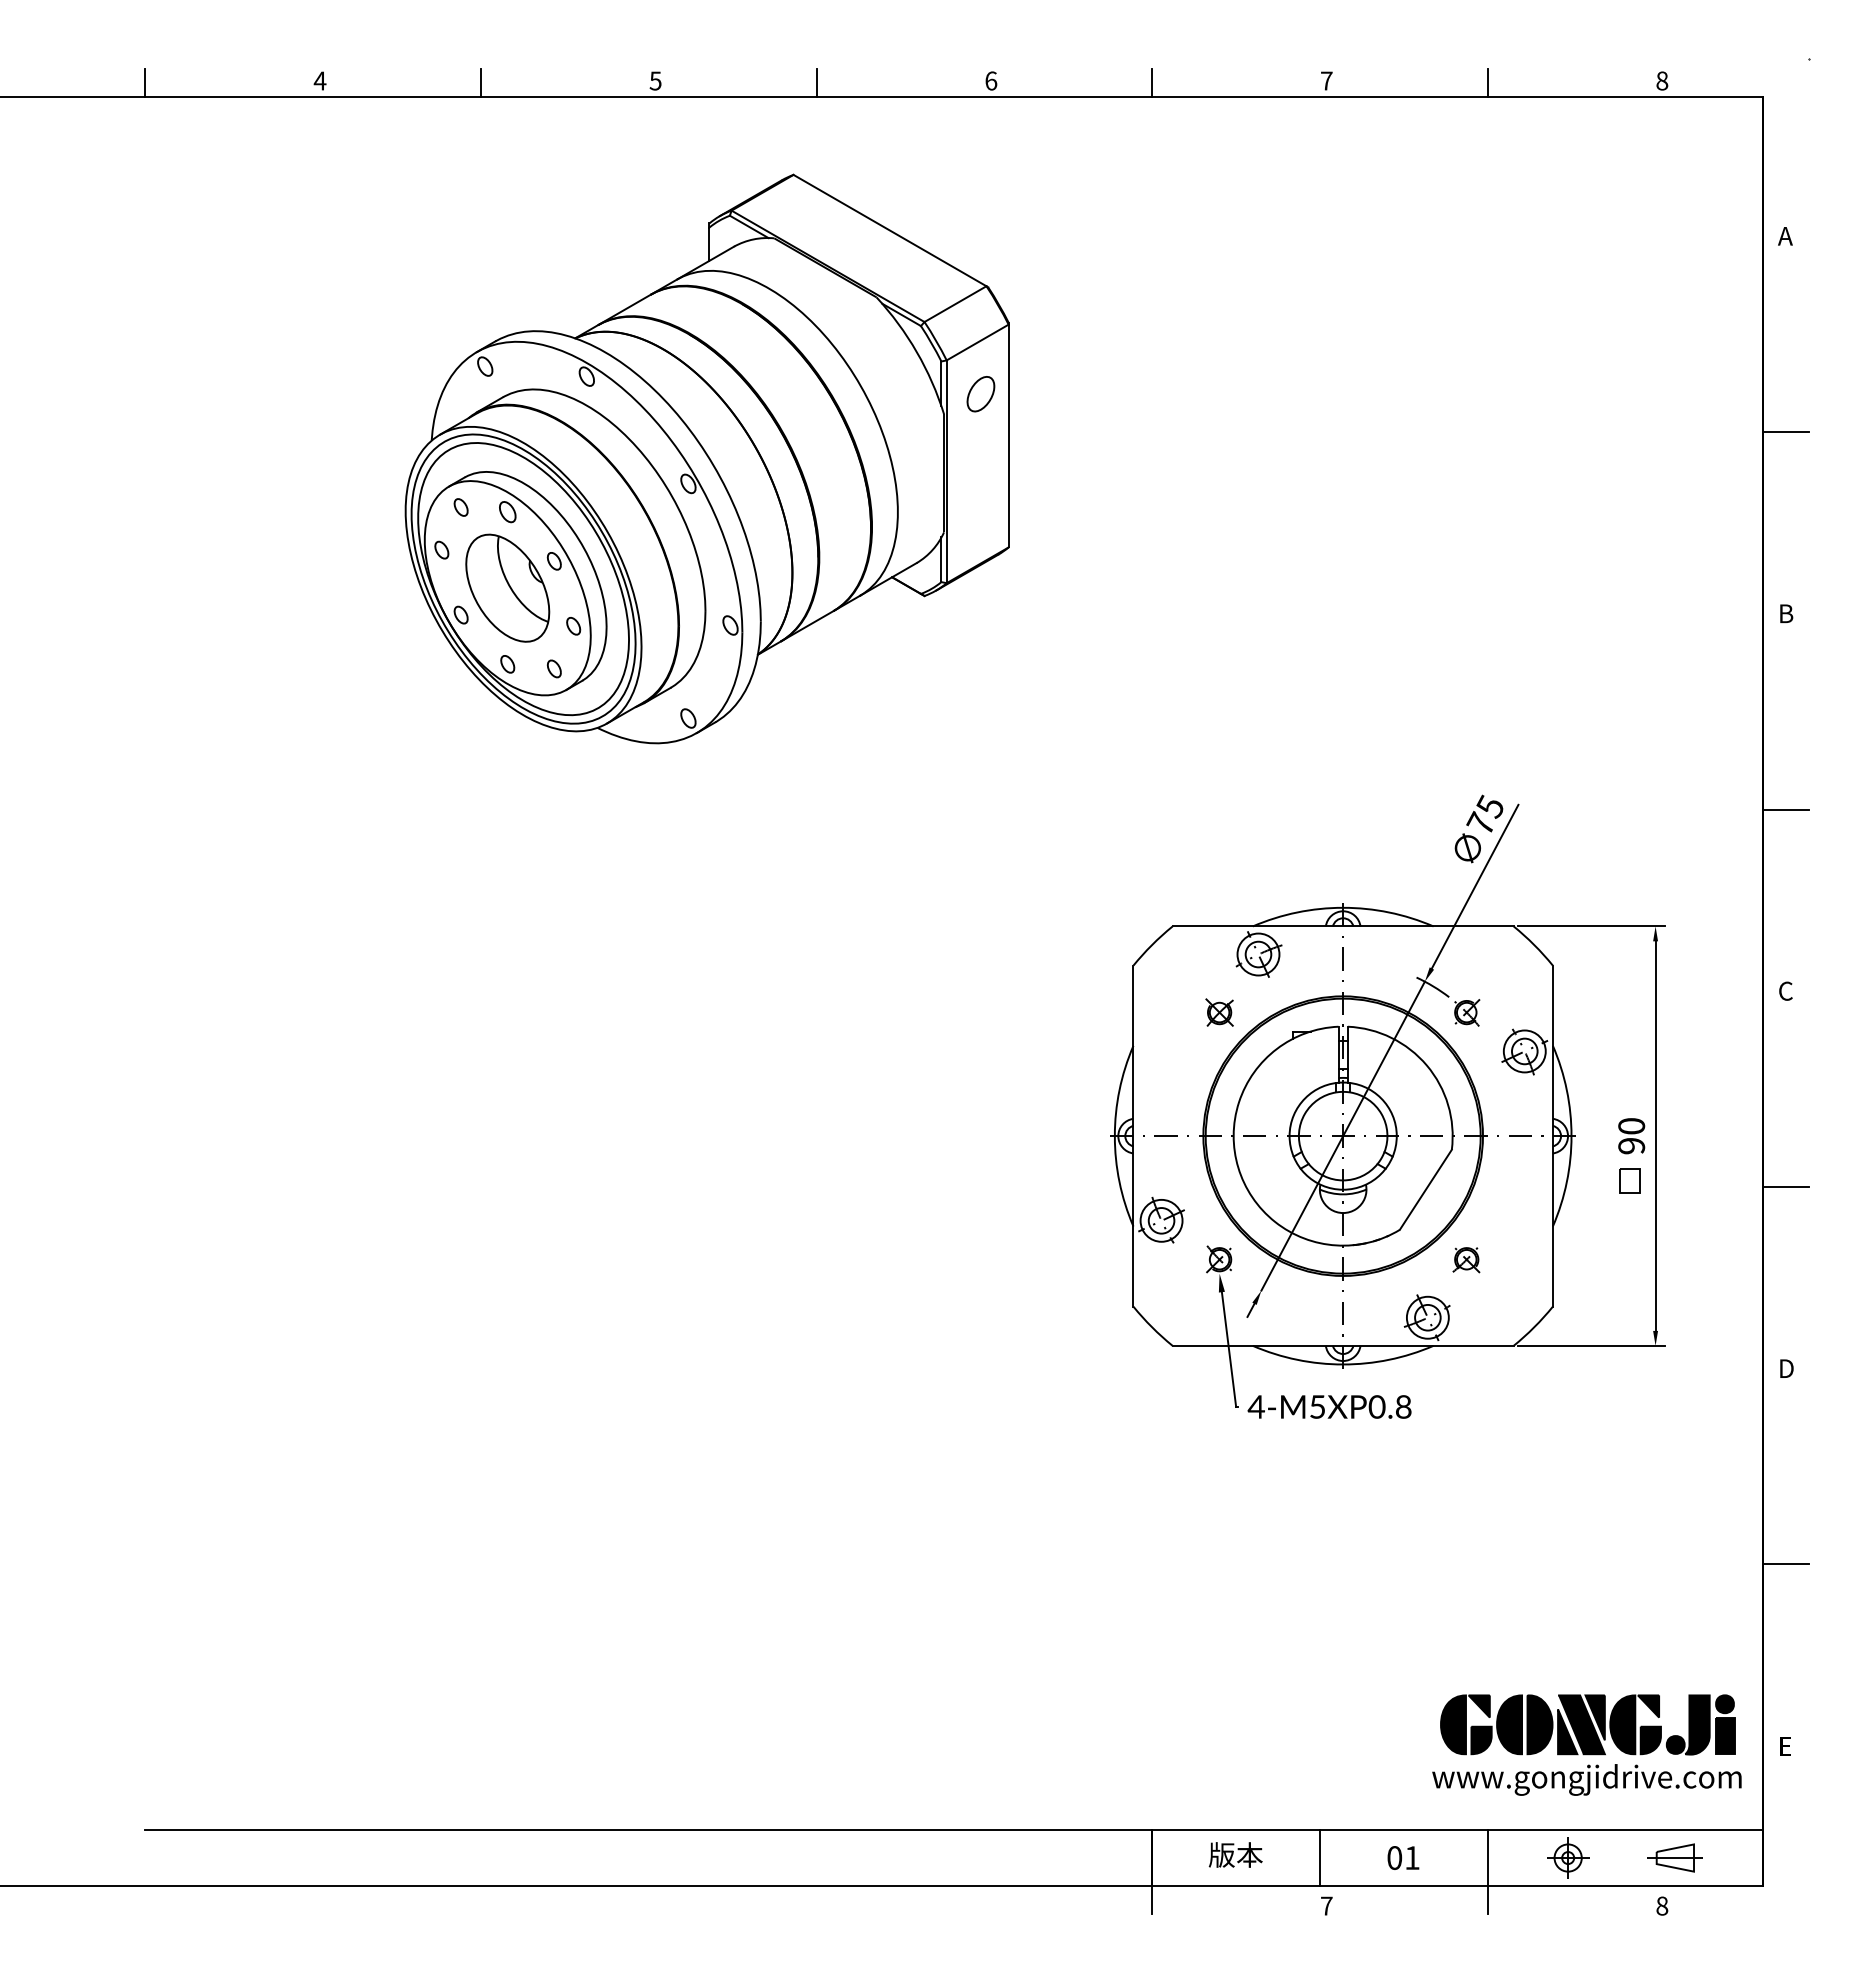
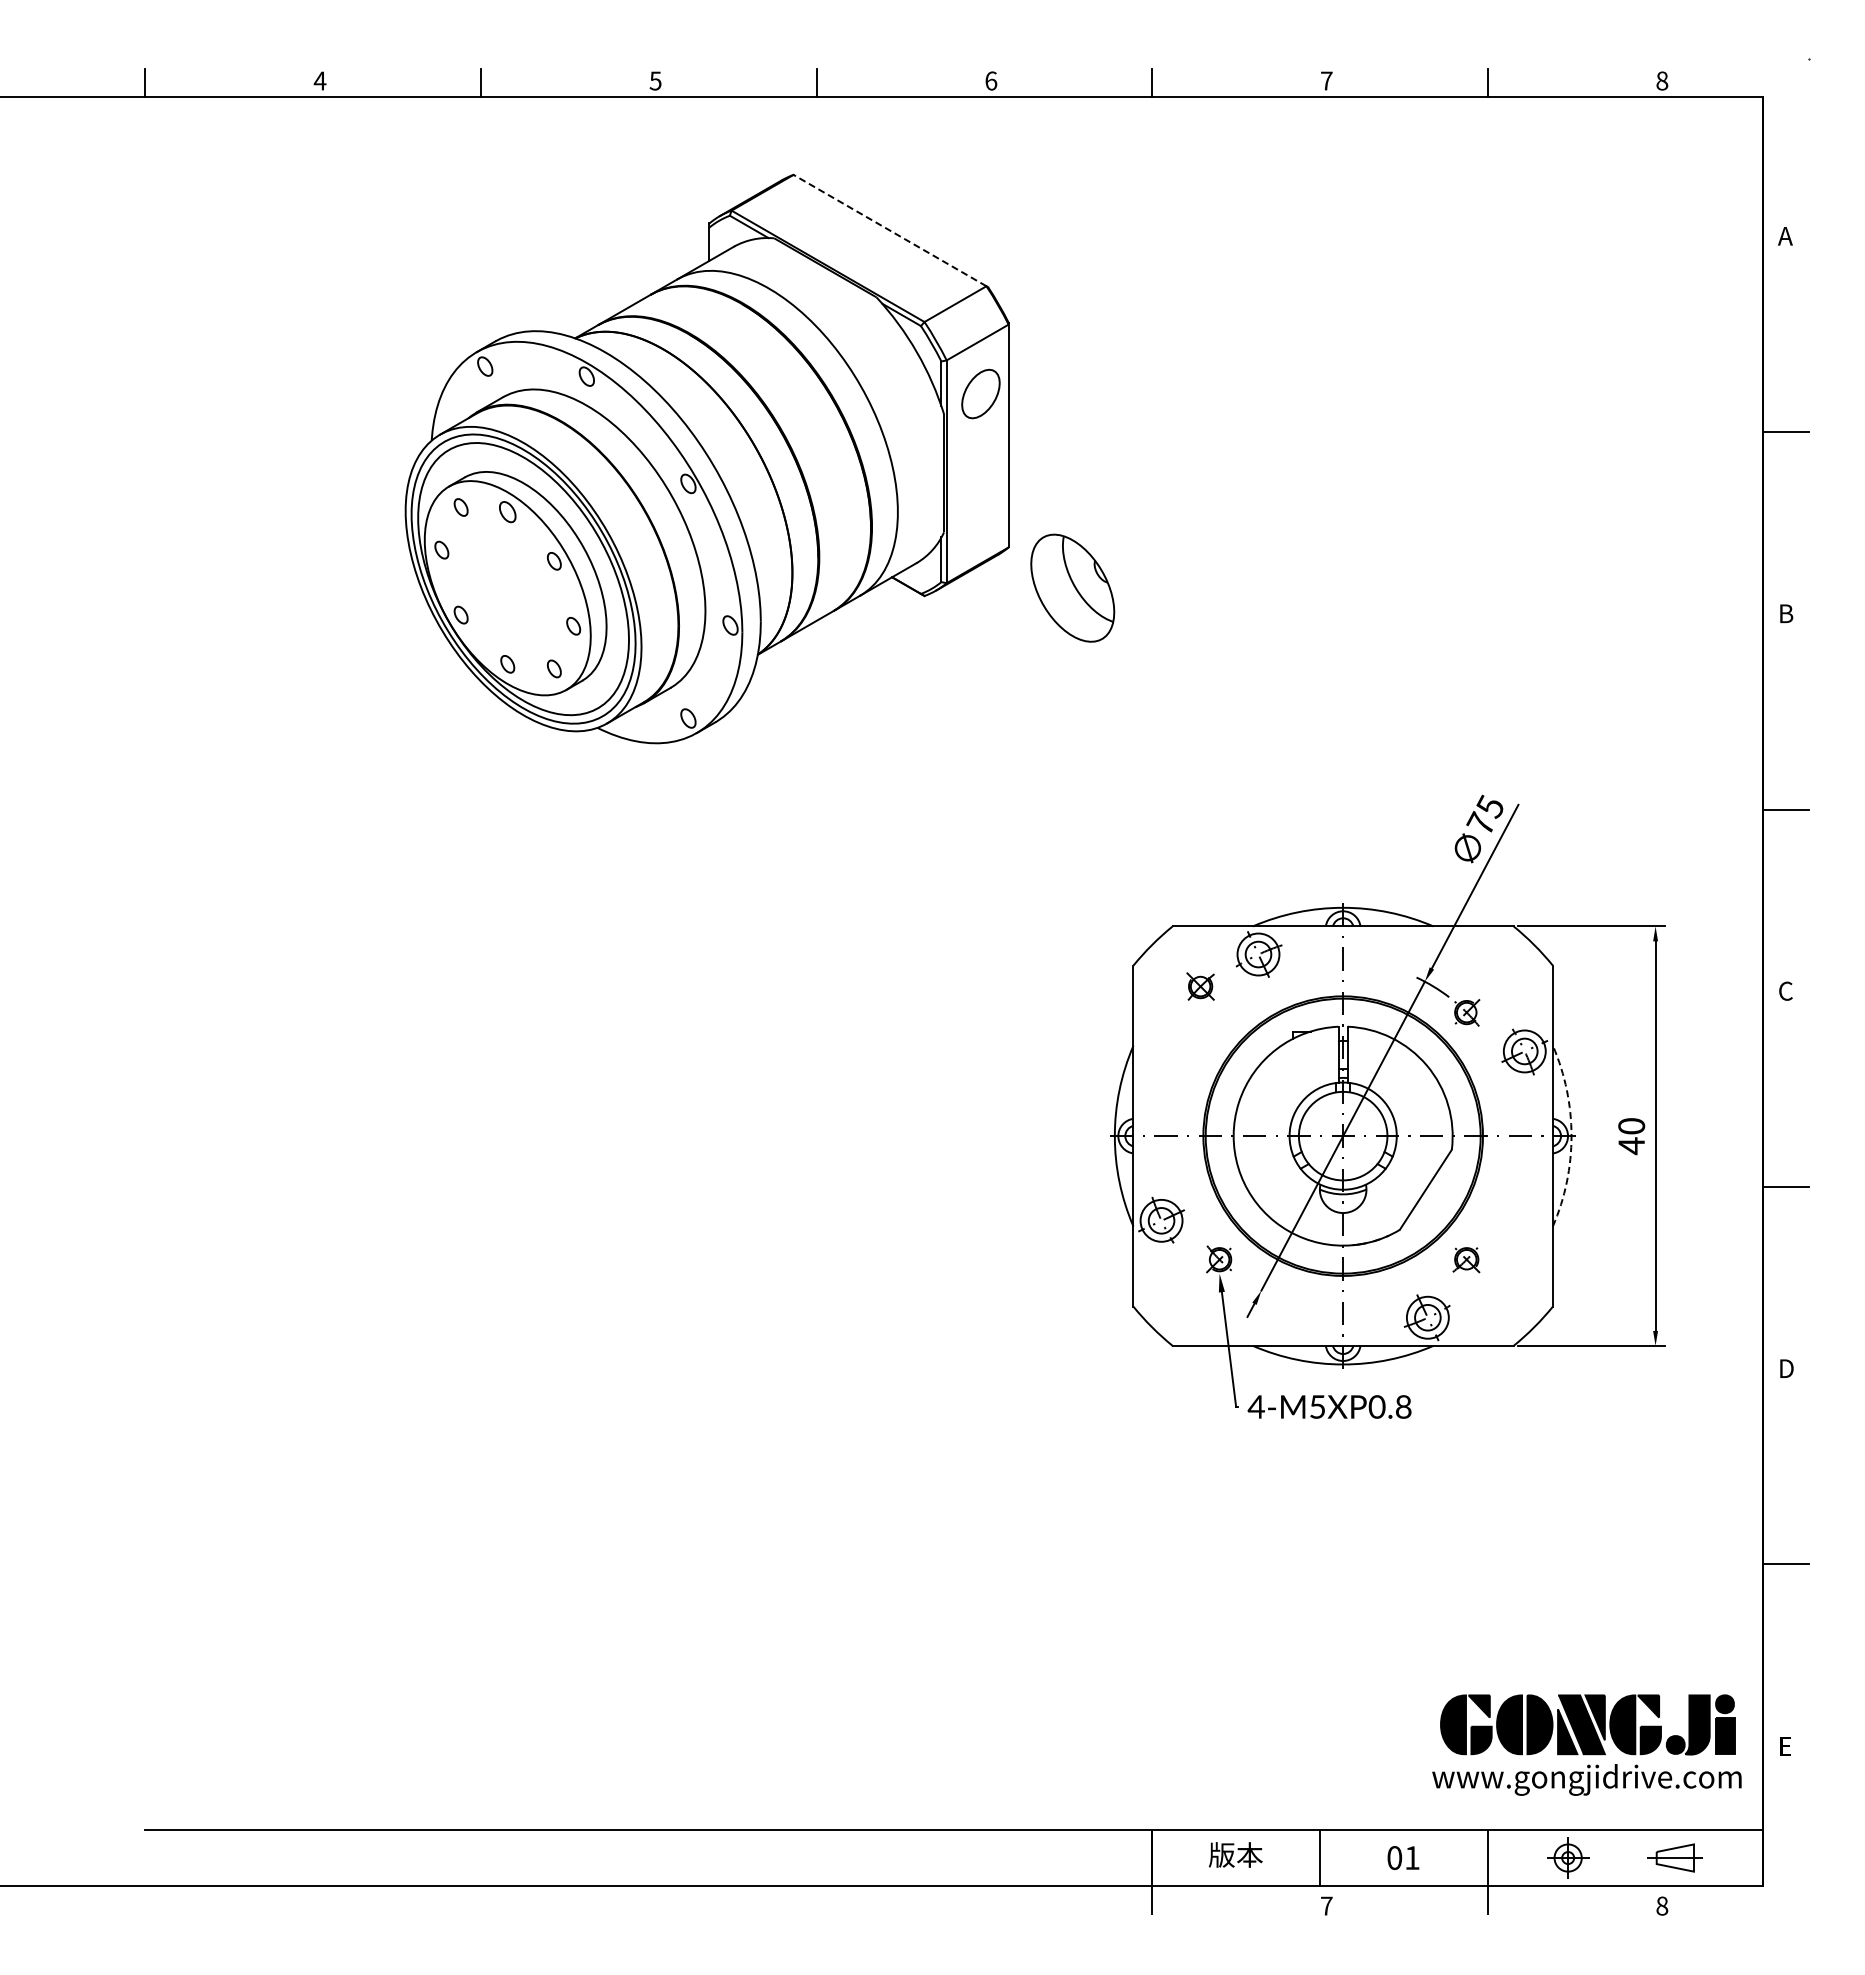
line at (889, 230): solid -> dashed
part at (980, 394) size: 30x37 px -> 40x52 px
part at (507, 587) position: (507, 587) -> (1072, 587)
part at (1219, 1012) position: (1219, 1012) -> (1200, 986)
arc at (1571, 1136): solid -> dashed
text at (1631, 1146): 90 -> 40
part at (1629, 1180): present -> none
